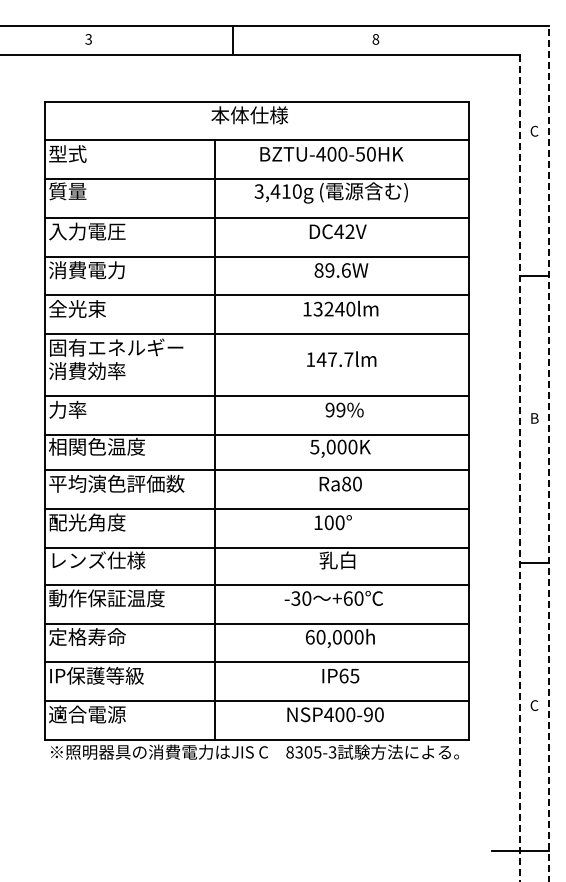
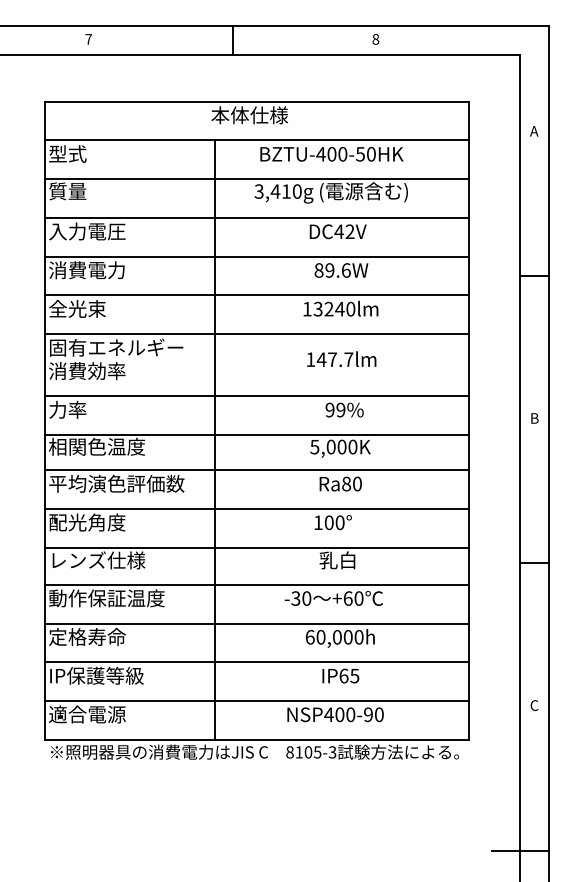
text at (88, 39): 3 -> 7
text at (534, 130): C -> A
line at (548, 453): dashed -> solid
line at (520, 468): dashed -> solid
text at (298, 752): 8305-3 -> 8105-3
